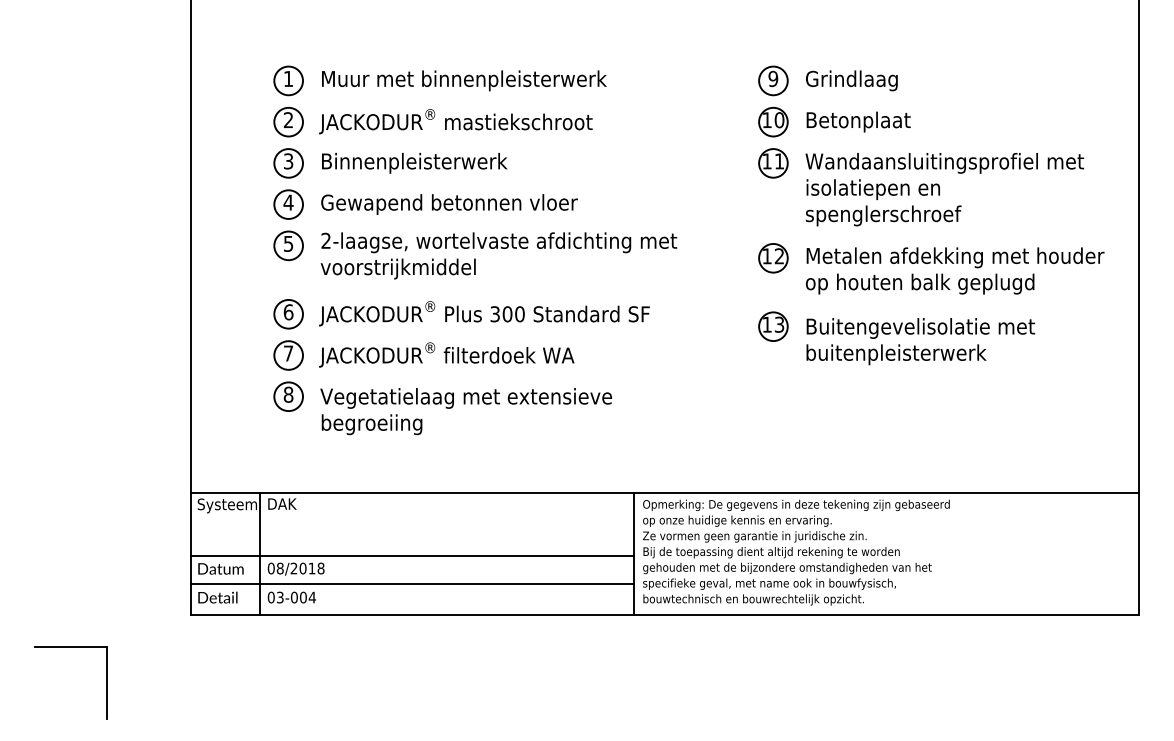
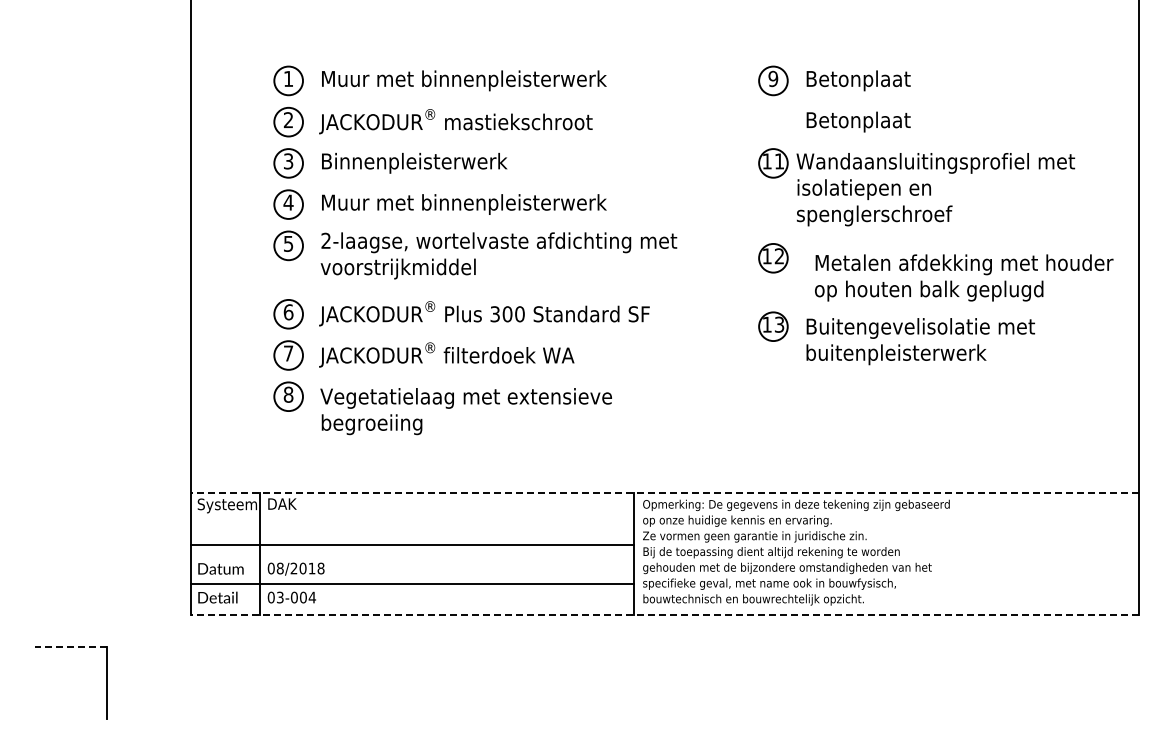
text at (858, 80): Grindlaag -> Betonplaat
part at (773, 121): present -> none
text at (944, 189) position: (944, 189) -> (935, 189)
text at (463, 204): Gewapend betonnen vloer -> Muur met binnenpleisterwerk
text at (955, 270) position: (955, 270) -> (964, 277)
line at (664, 492): solid -> dashed
line at (411, 556) position: (411, 556) -> (411, 545)
line at (664, 614): solid -> dashed
line at (71, 646): solid -> dashed
